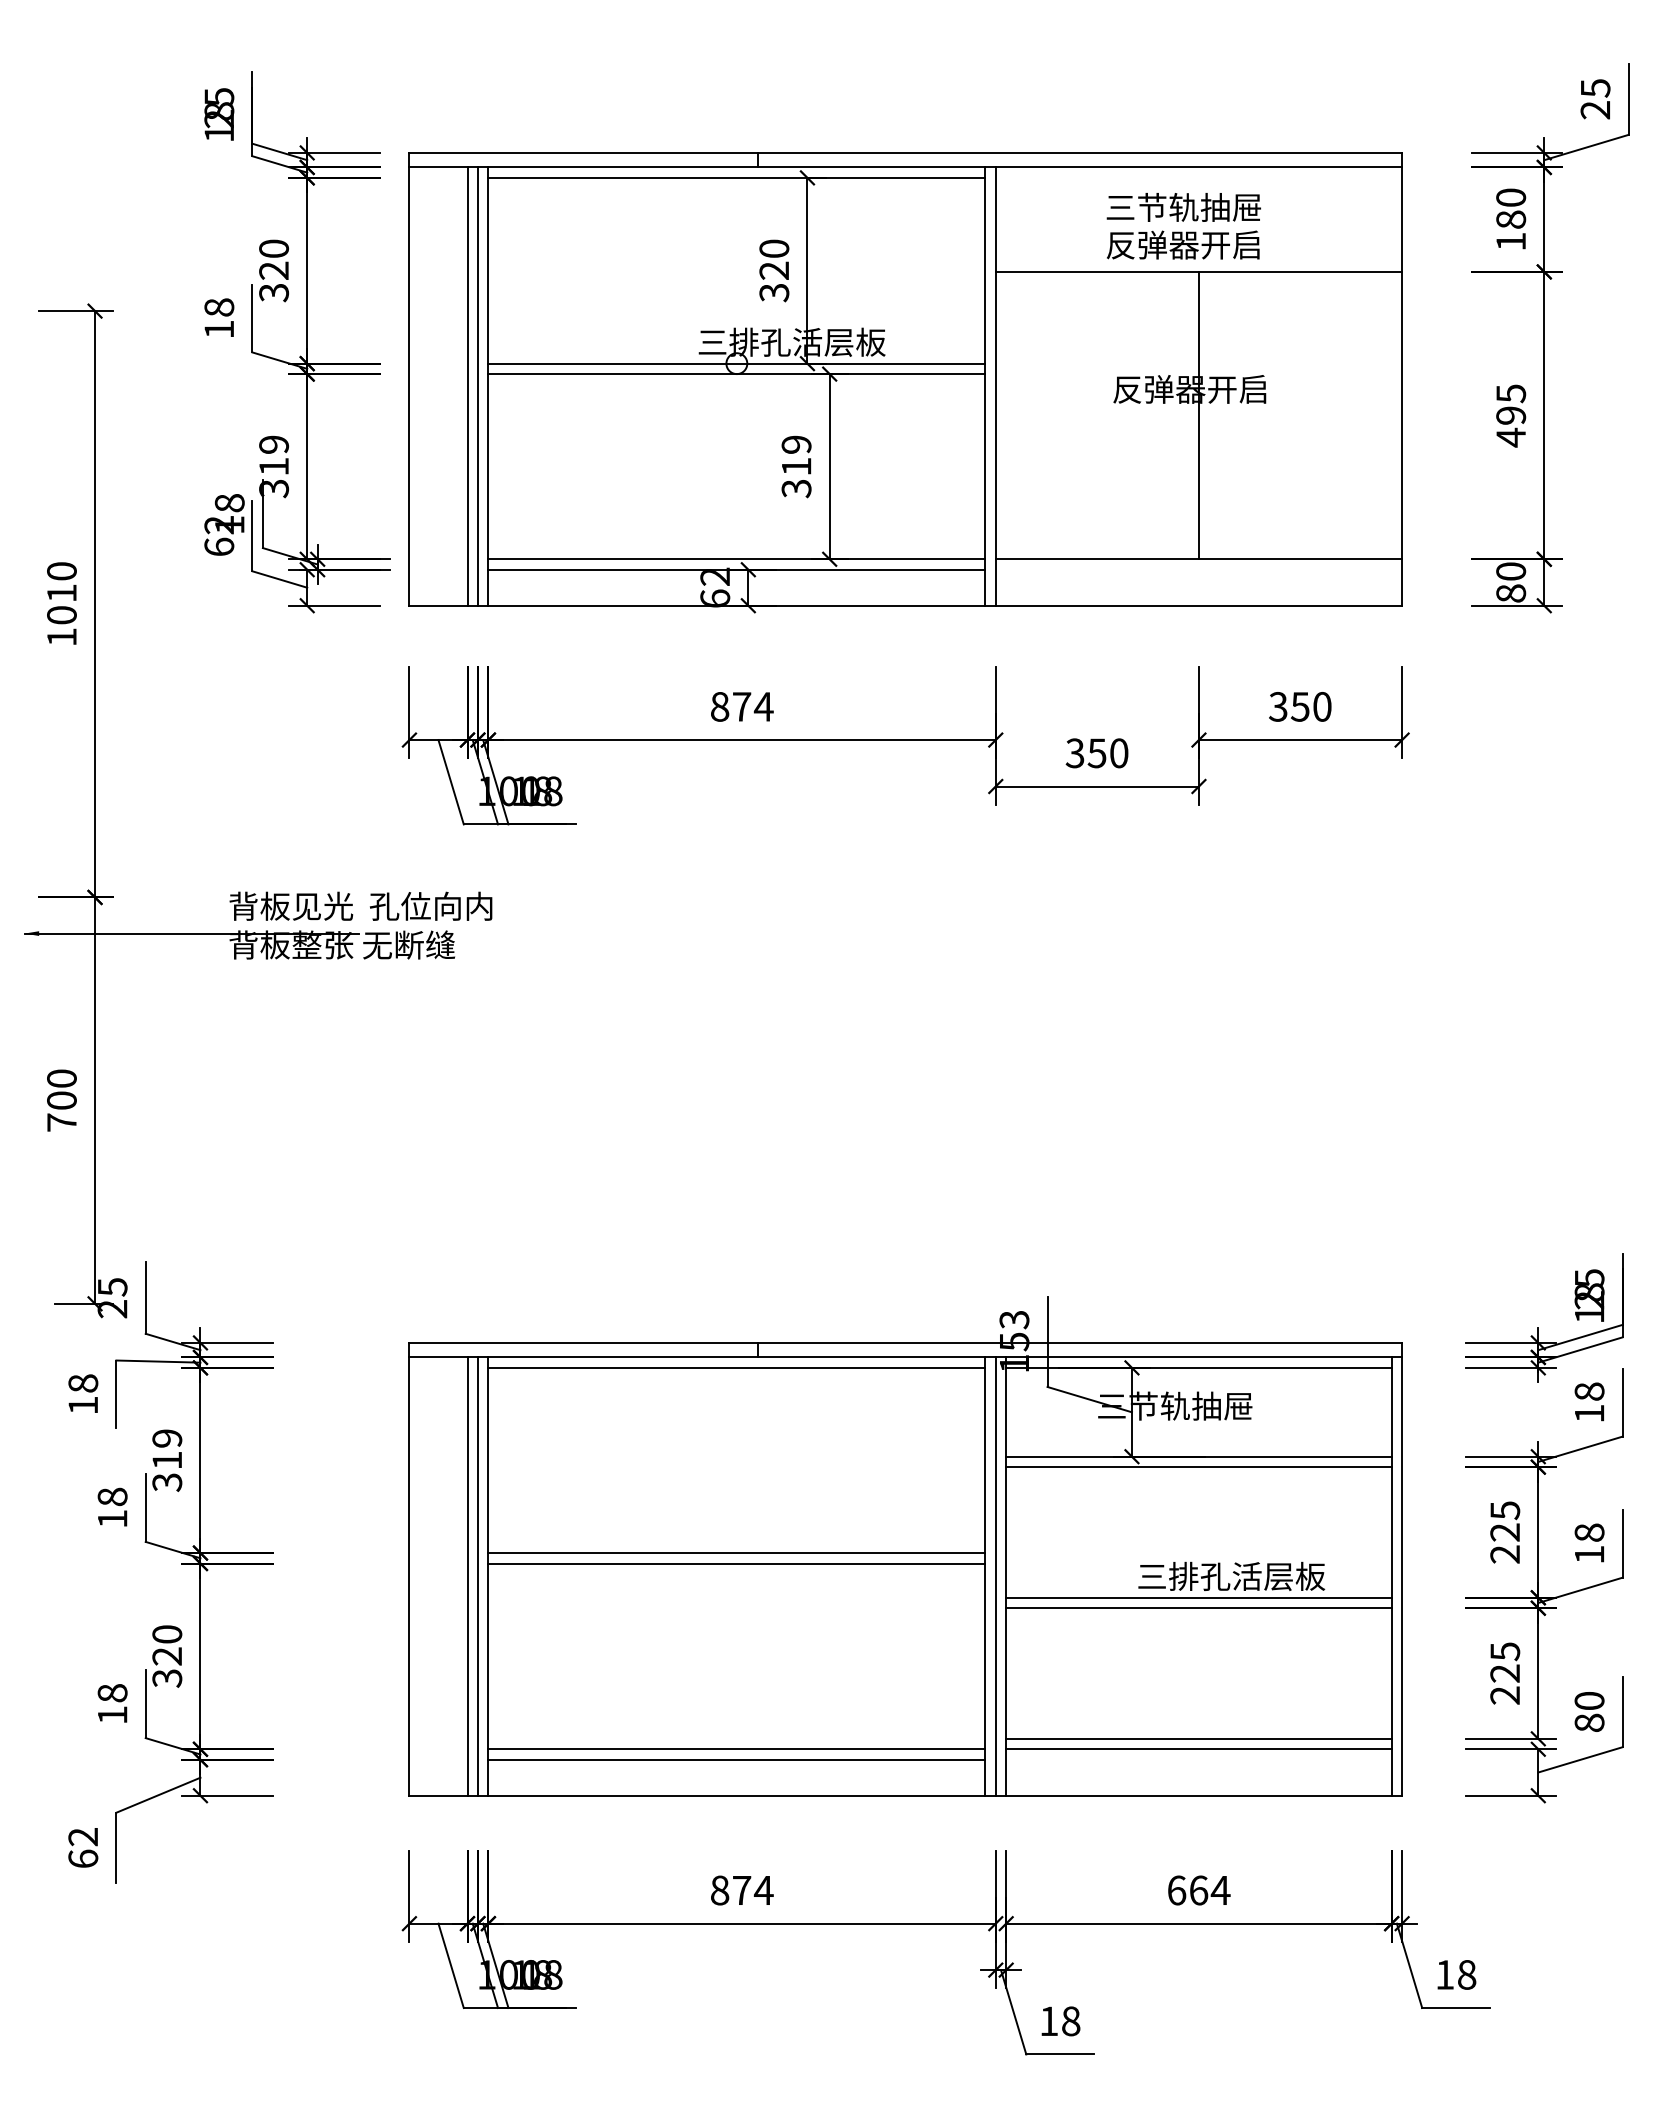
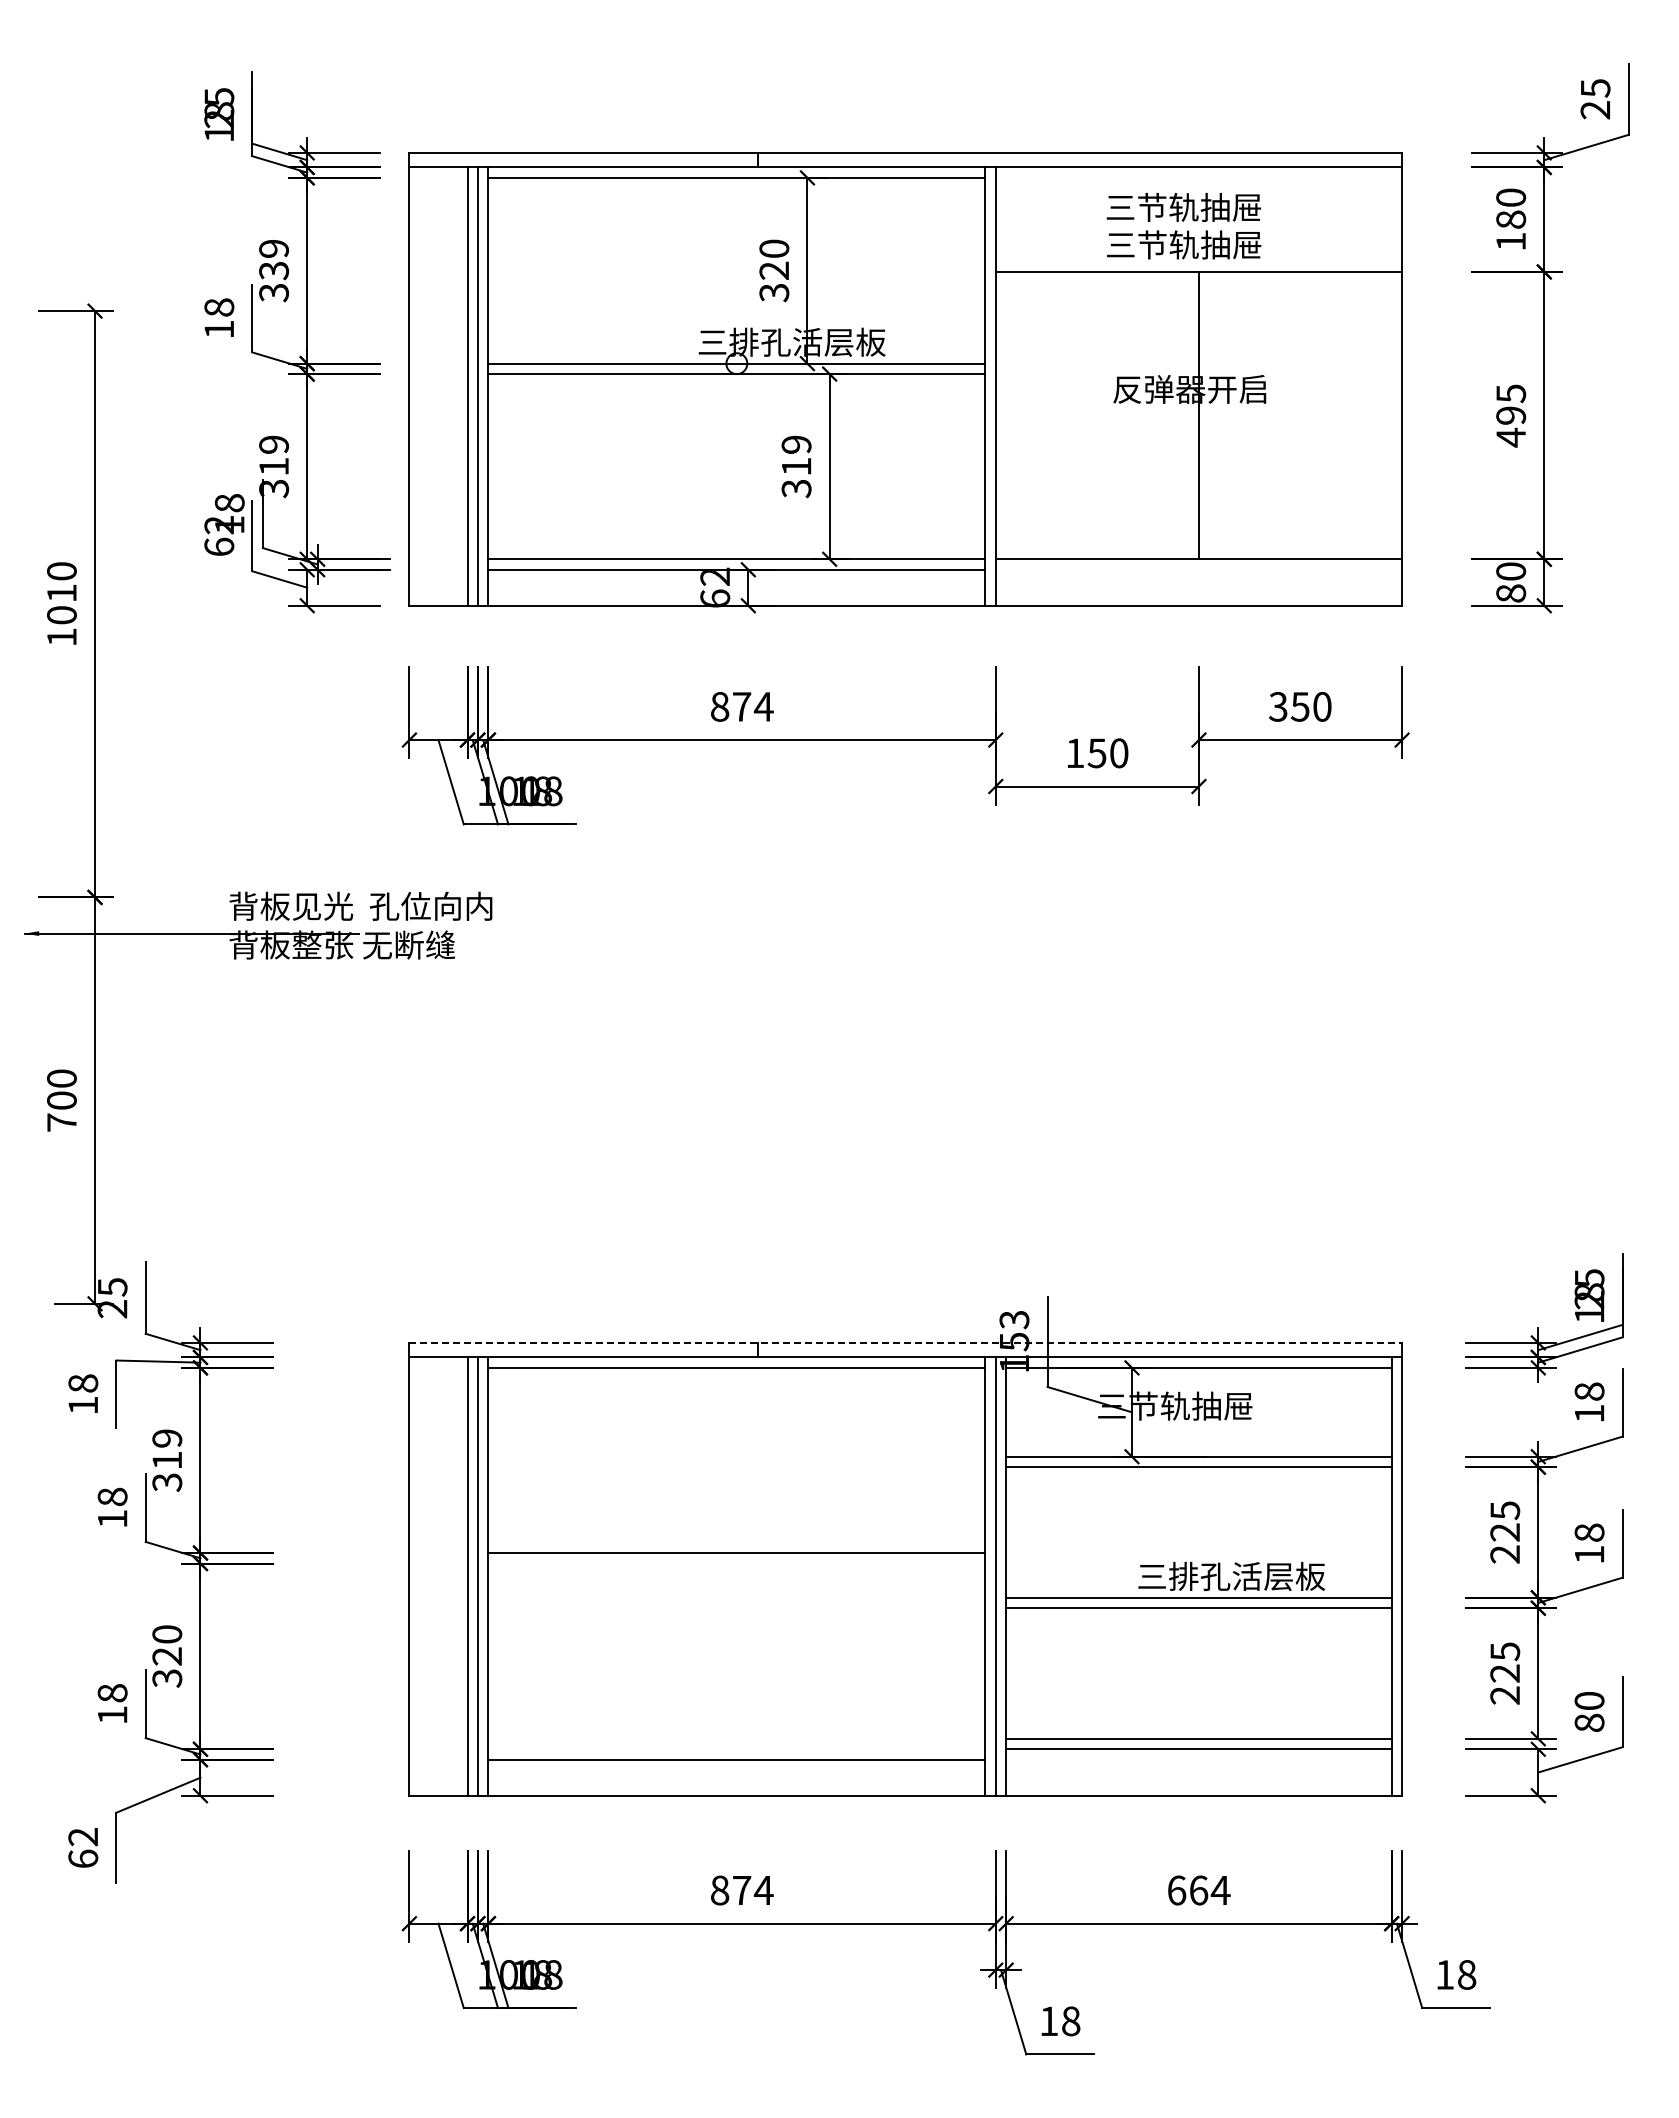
text at (1183, 244): 反弹器开启 -> 三节轨抽屉
text at (274, 259): 320 -> 339
text at (1074, 753): 350 -> 150
line at (906, 1342): solid -> dashed
line at (736, 1563): present -> none
line at (736, 1749): present -> none
